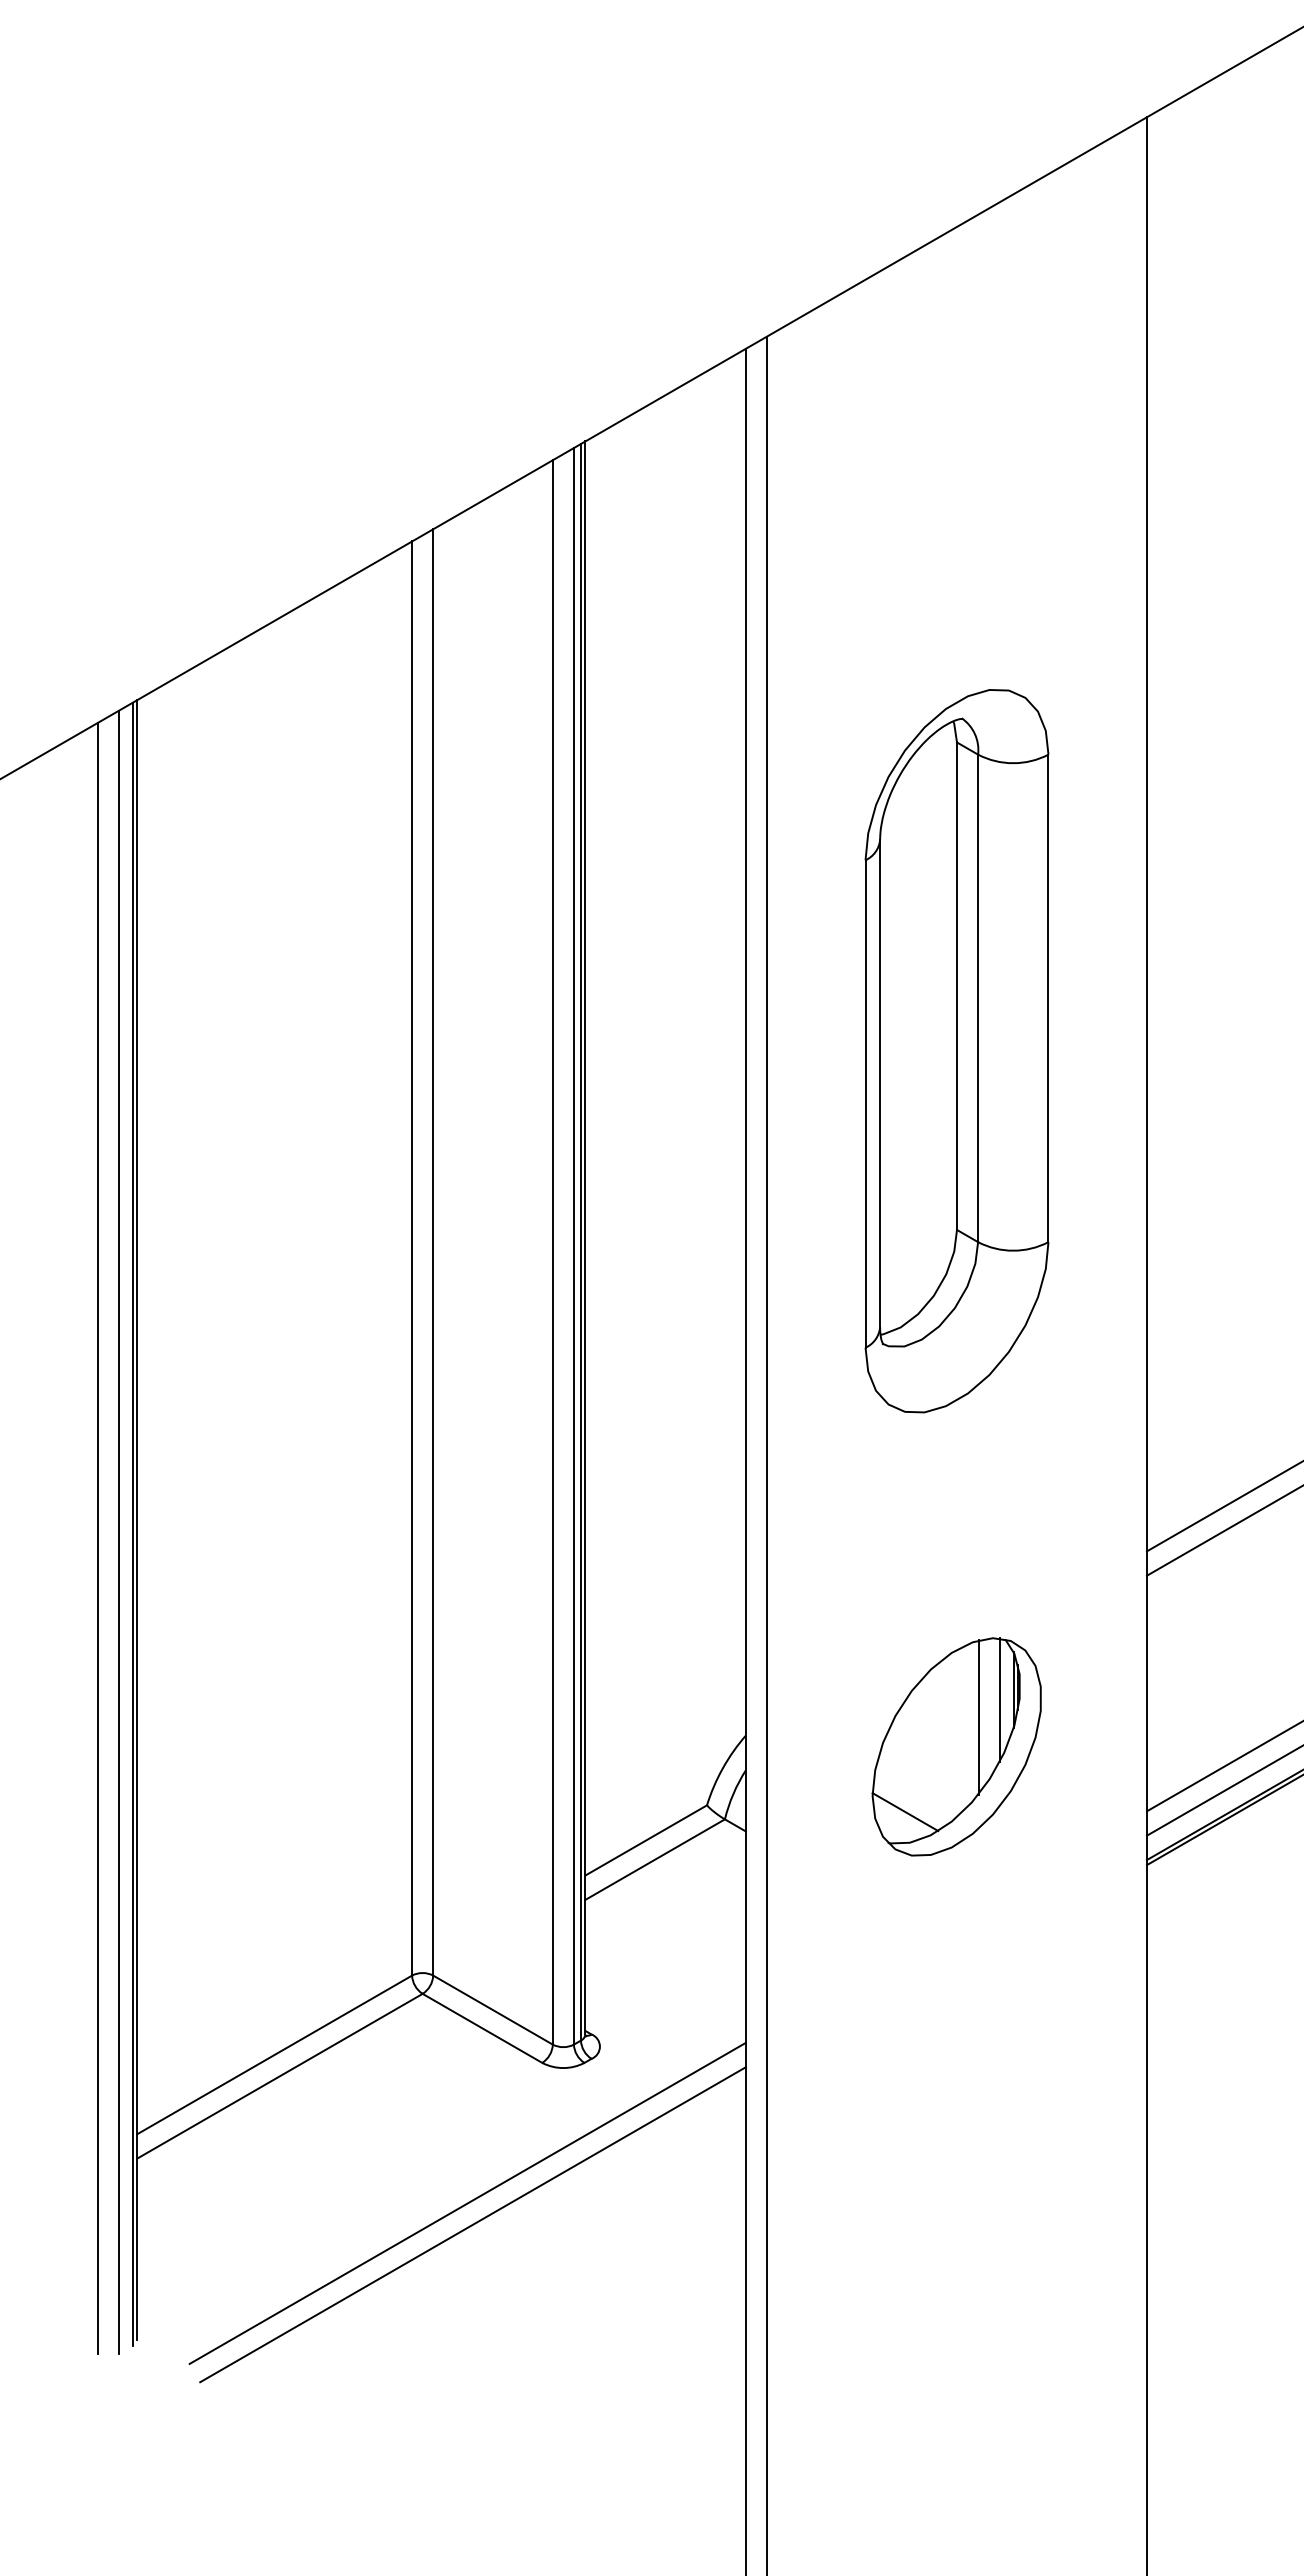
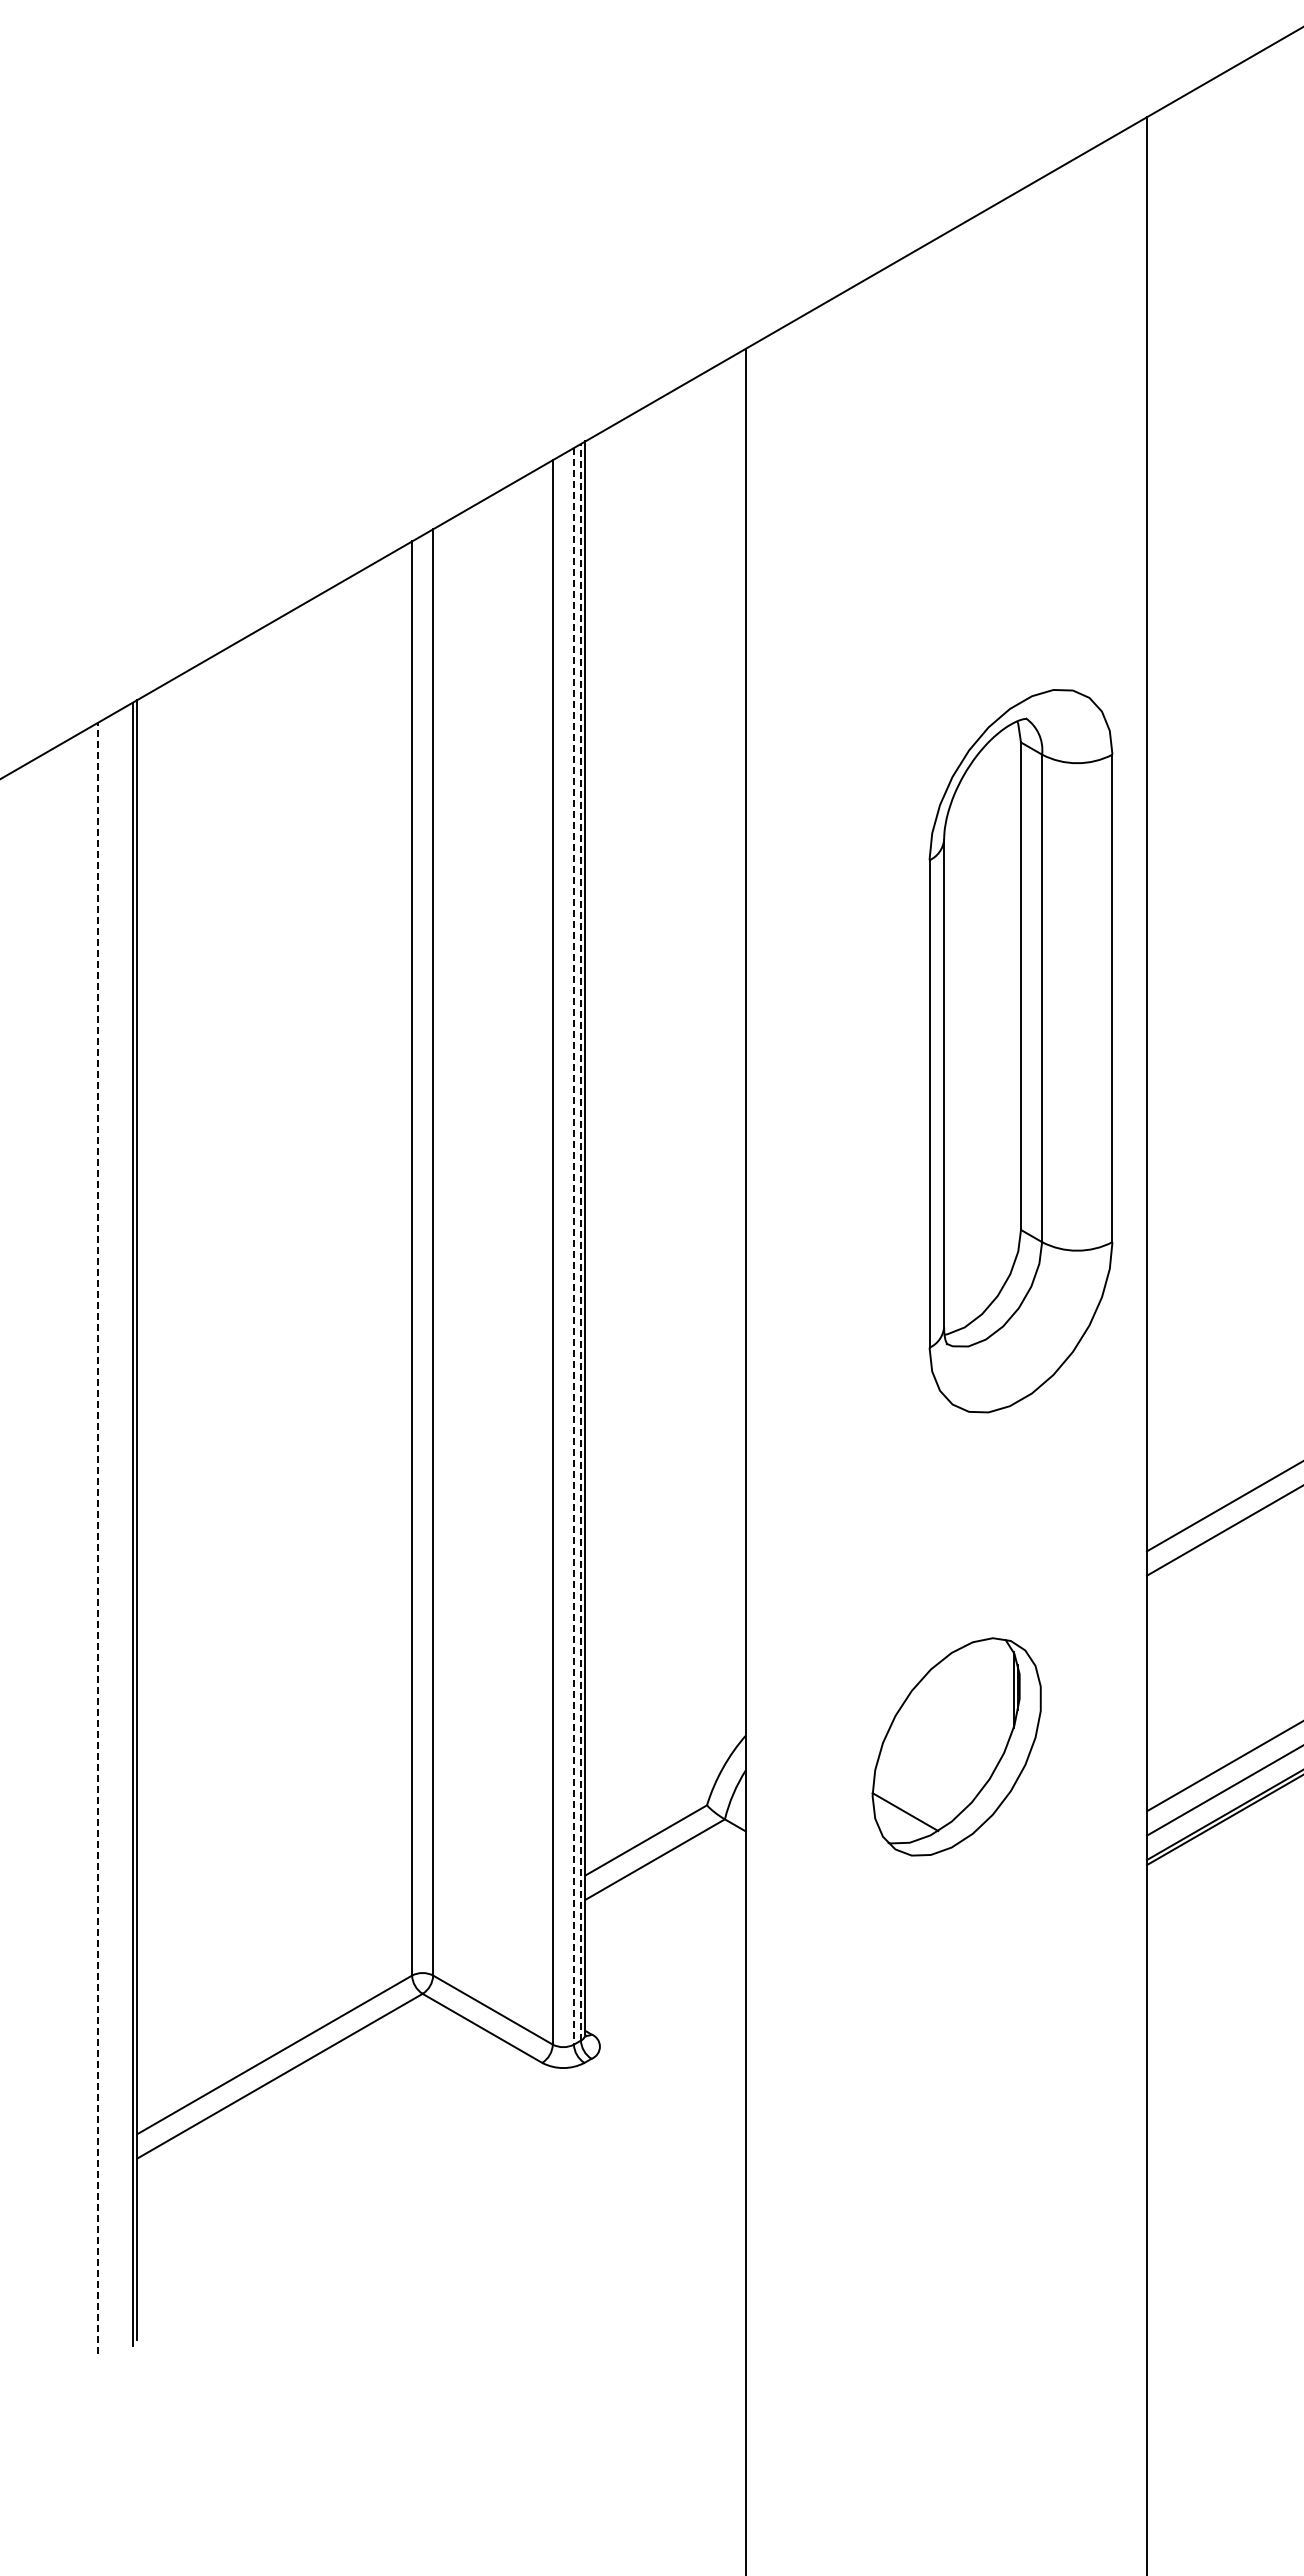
part at (956, 1051) position: (956, 1051) -> (1020, 1051)
line at (580, 1241): solid -> dashed
line at (573, 1246): solid -> dashed
line at (767, 1454): present -> none
line at (118, 1531): present -> none
line at (97, 1537): solid -> dashed
line at (999, 1700): present -> none
line at (978, 1717): present -> none
line at (467, 2202): present -> none
line at (472, 2224): present -> none
